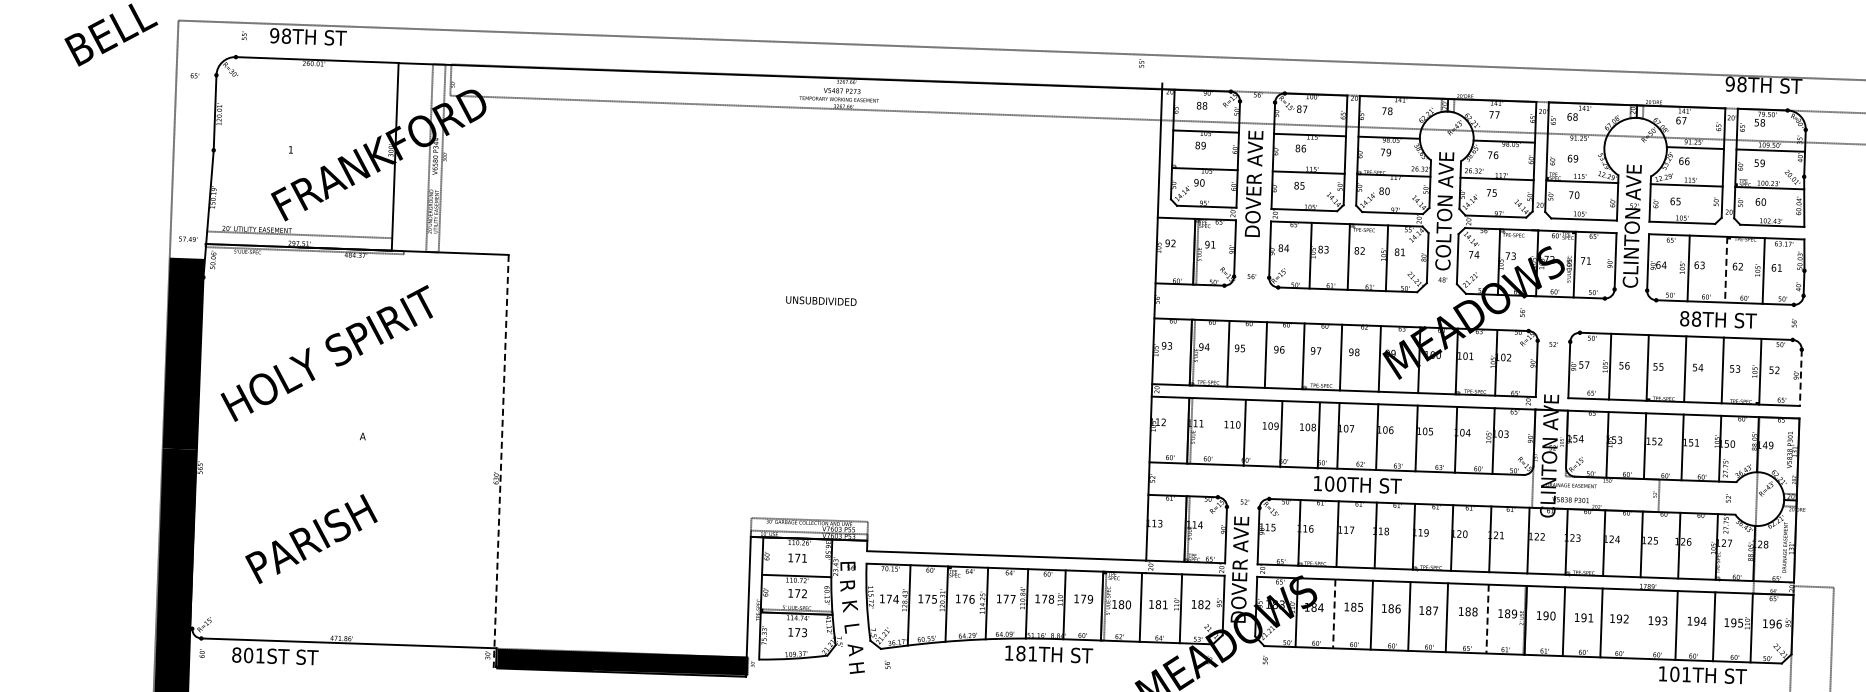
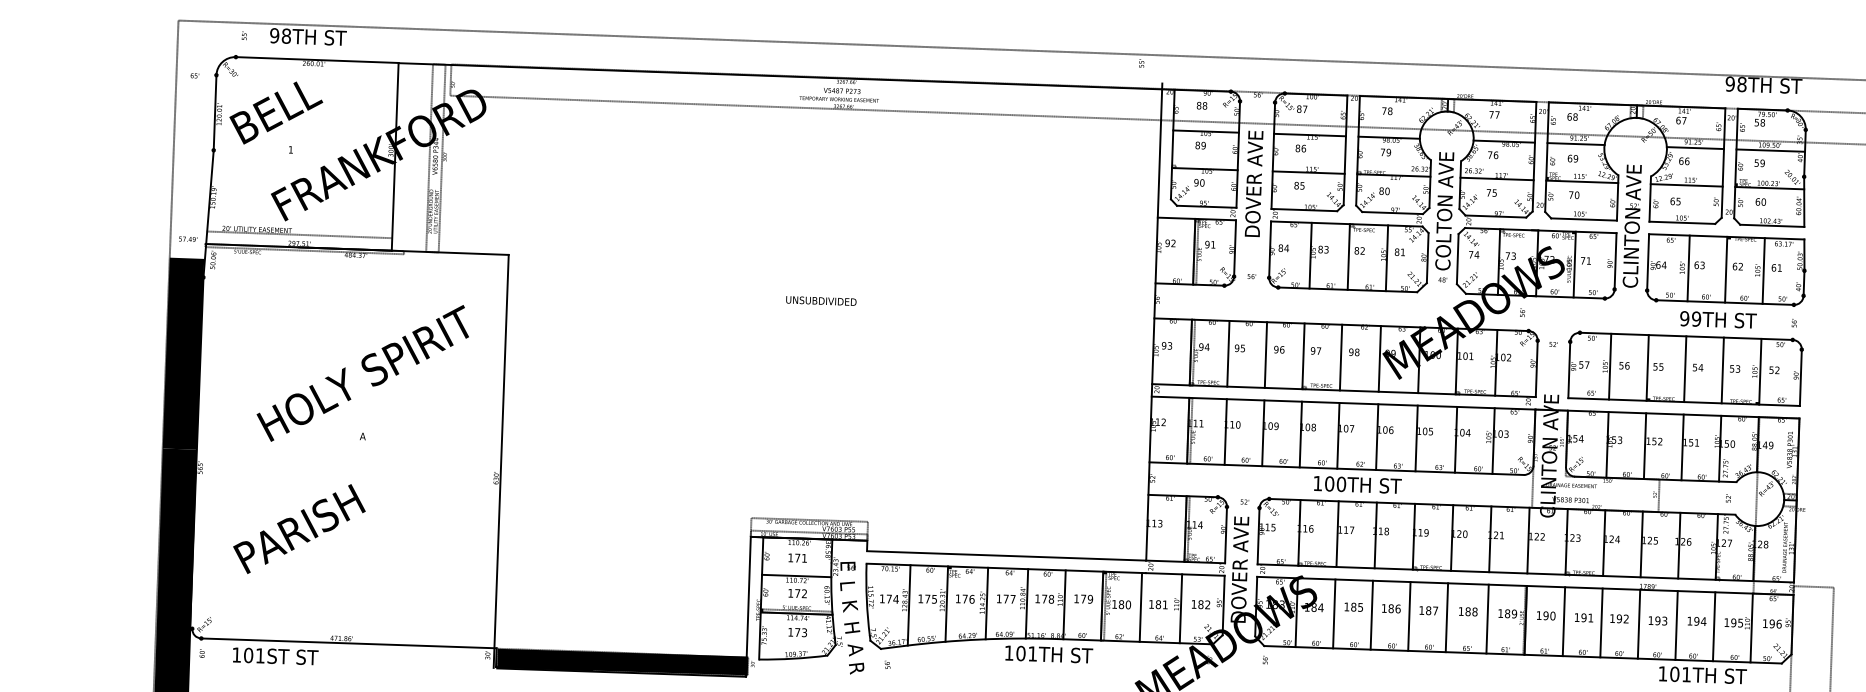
text at (111, 34) position: (111, 34) -> (276, 112)
line at (1575, 144): none -> present
line at (1726, 269): dashed -> solid
text at (1690, 318): 88TH -> 99TH
text at (326, 353) position: (326, 353) -> (362, 373)
line at (1800, 378): dashed -> solid
line at (1244, 432) position: (1244, 432) -> (1225, 431)
line at (1281, 434) position: (1281, 434) -> (1263, 433)
line at (1318, 435) position: (1318, 435) -> (1300, 434)
line at (501, 461): dashed -> solid
text at (311, 538) position: (311, 538) -> (299, 528)
text at (847, 585): R -> L
line at (1334, 614): dashed -> solid
line at (1487, 619): dashed -> solid
line at (1638, 623): none -> present
text at (852, 627): L -> H
text at (1020, 653): 181TH -> 101TH
text at (236, 654): 801ST -> 101ST
text at (856, 668): H -> R
